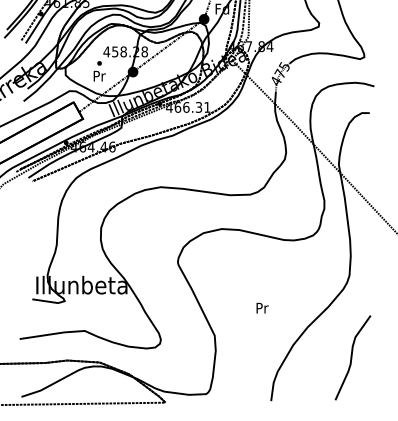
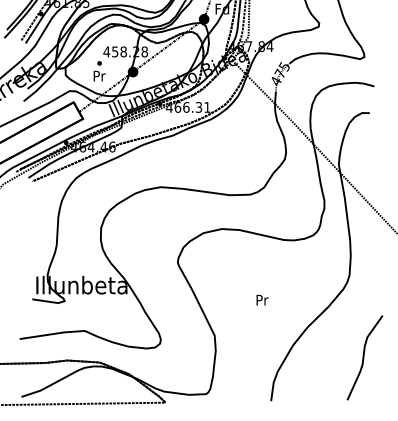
text at (262, 307) position: (262, 307) -> (262, 299)
curve at (352, 357) position: (352, 357) -> (364, 357)
